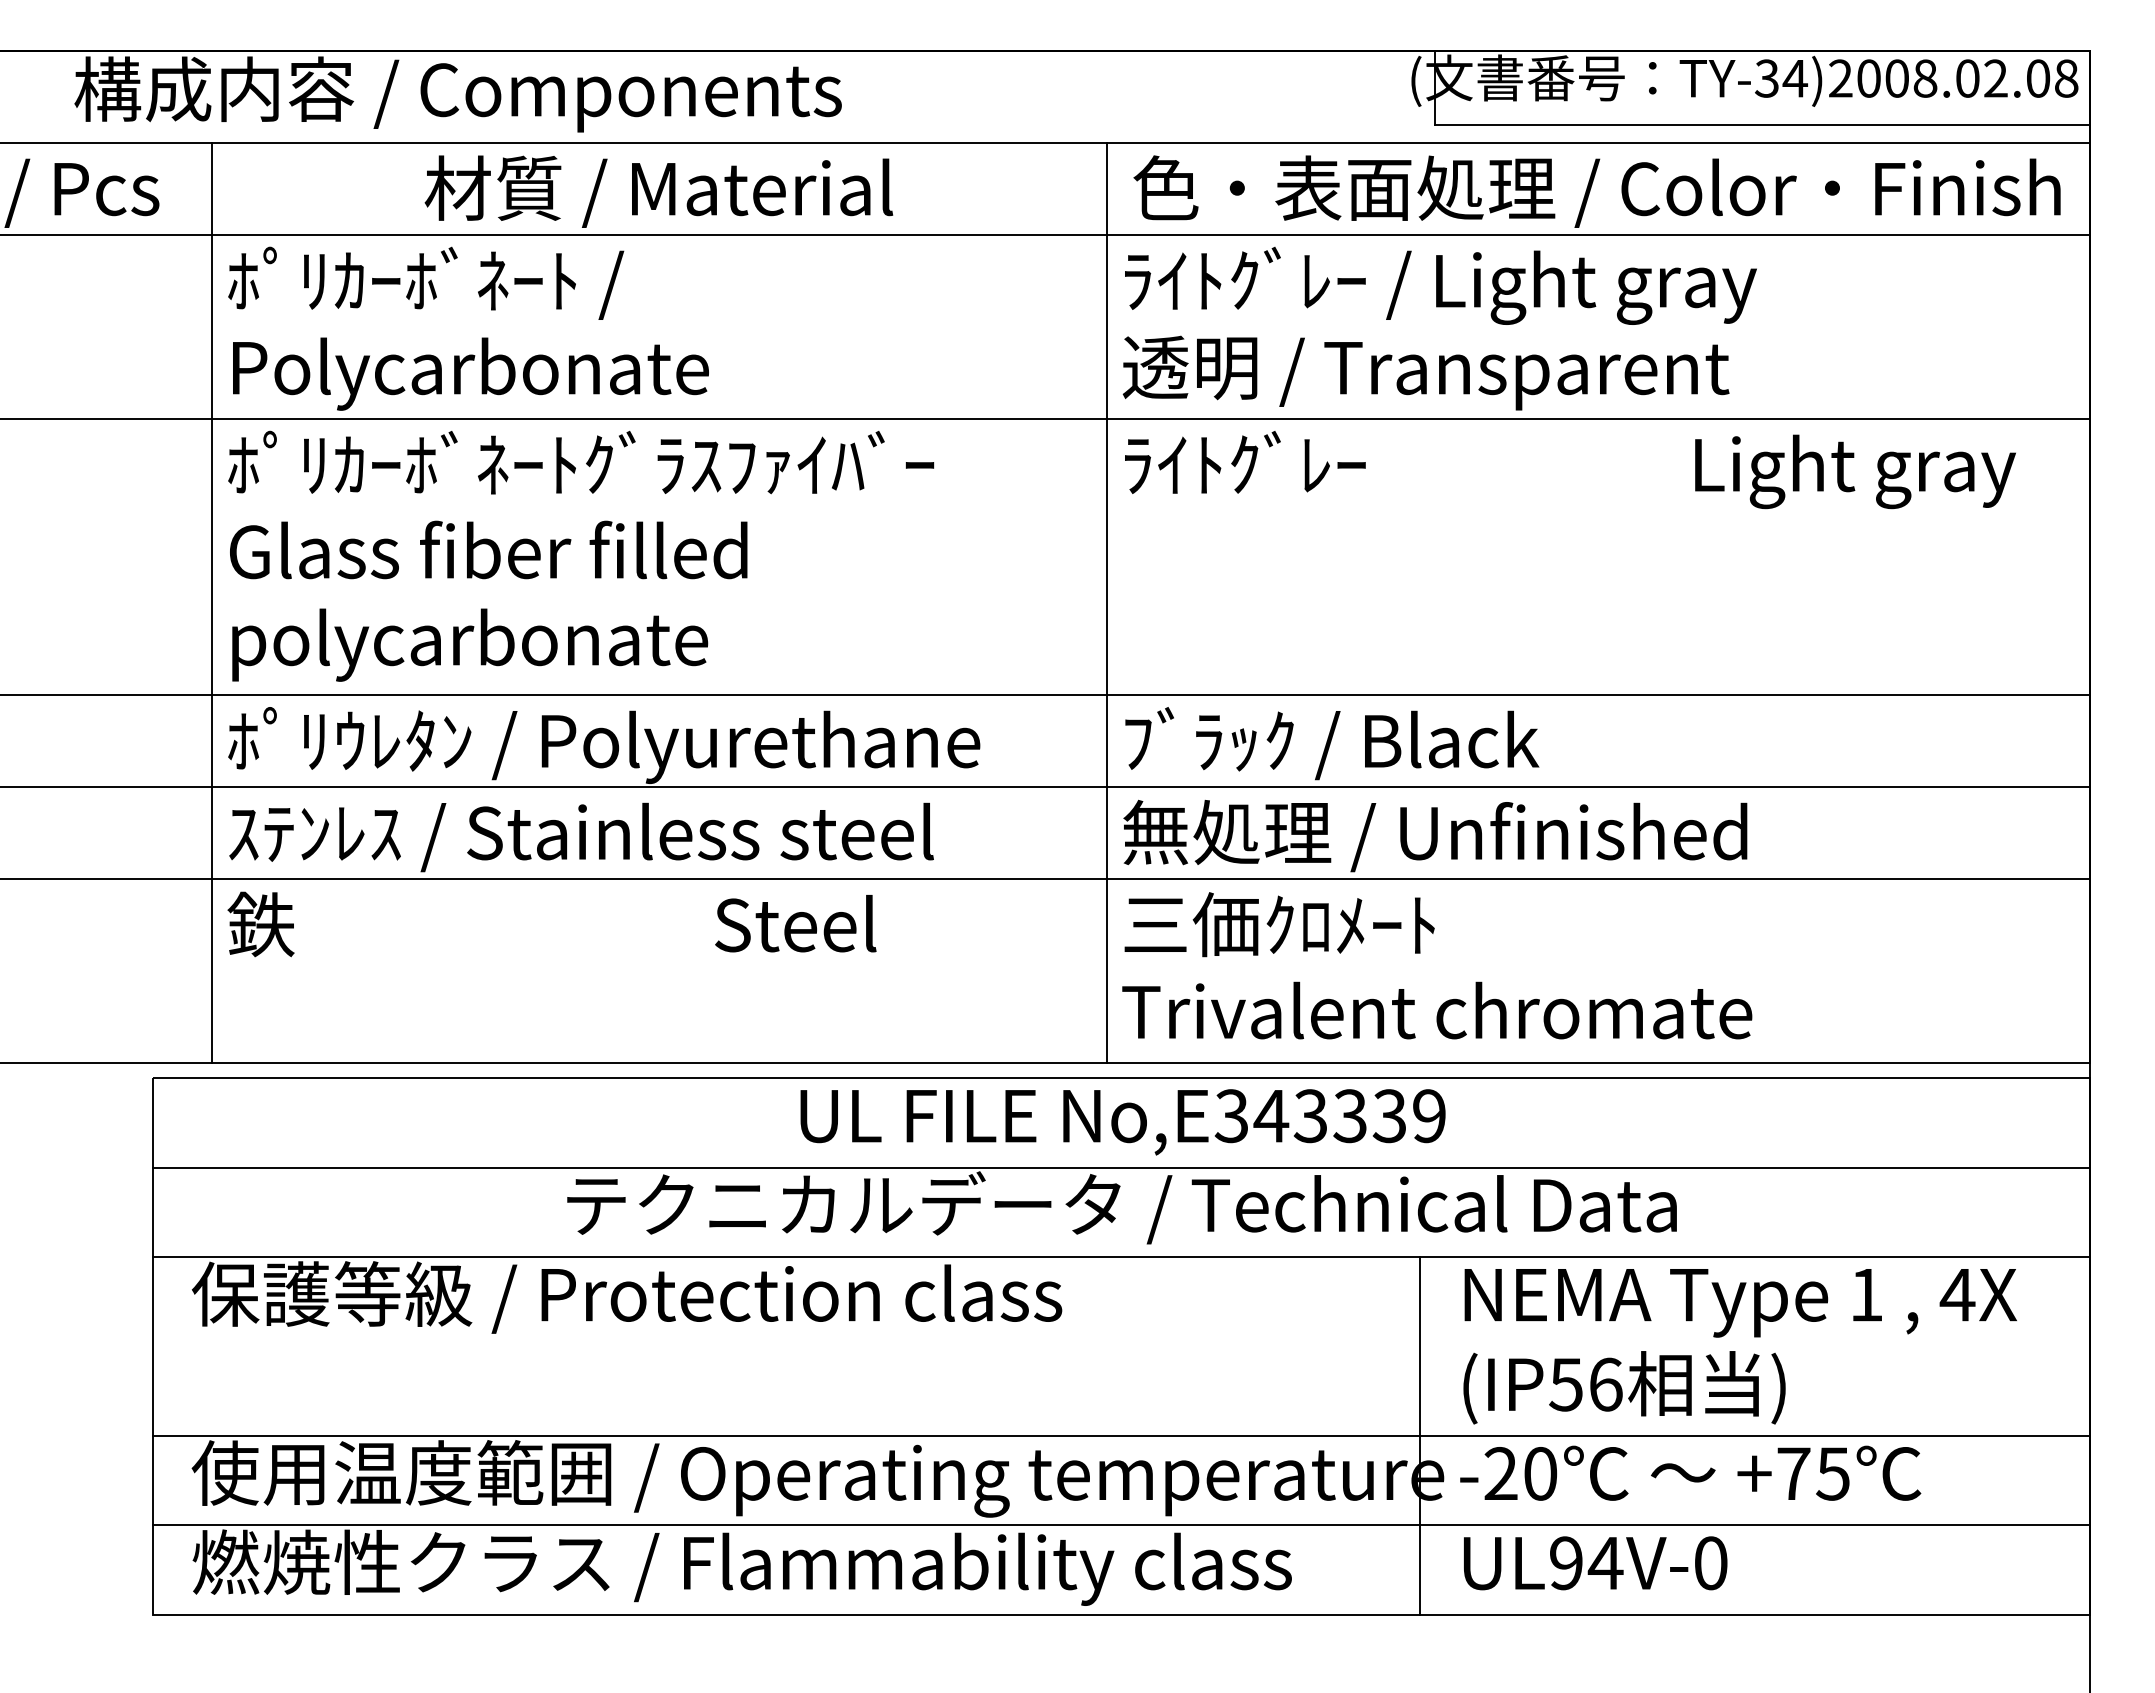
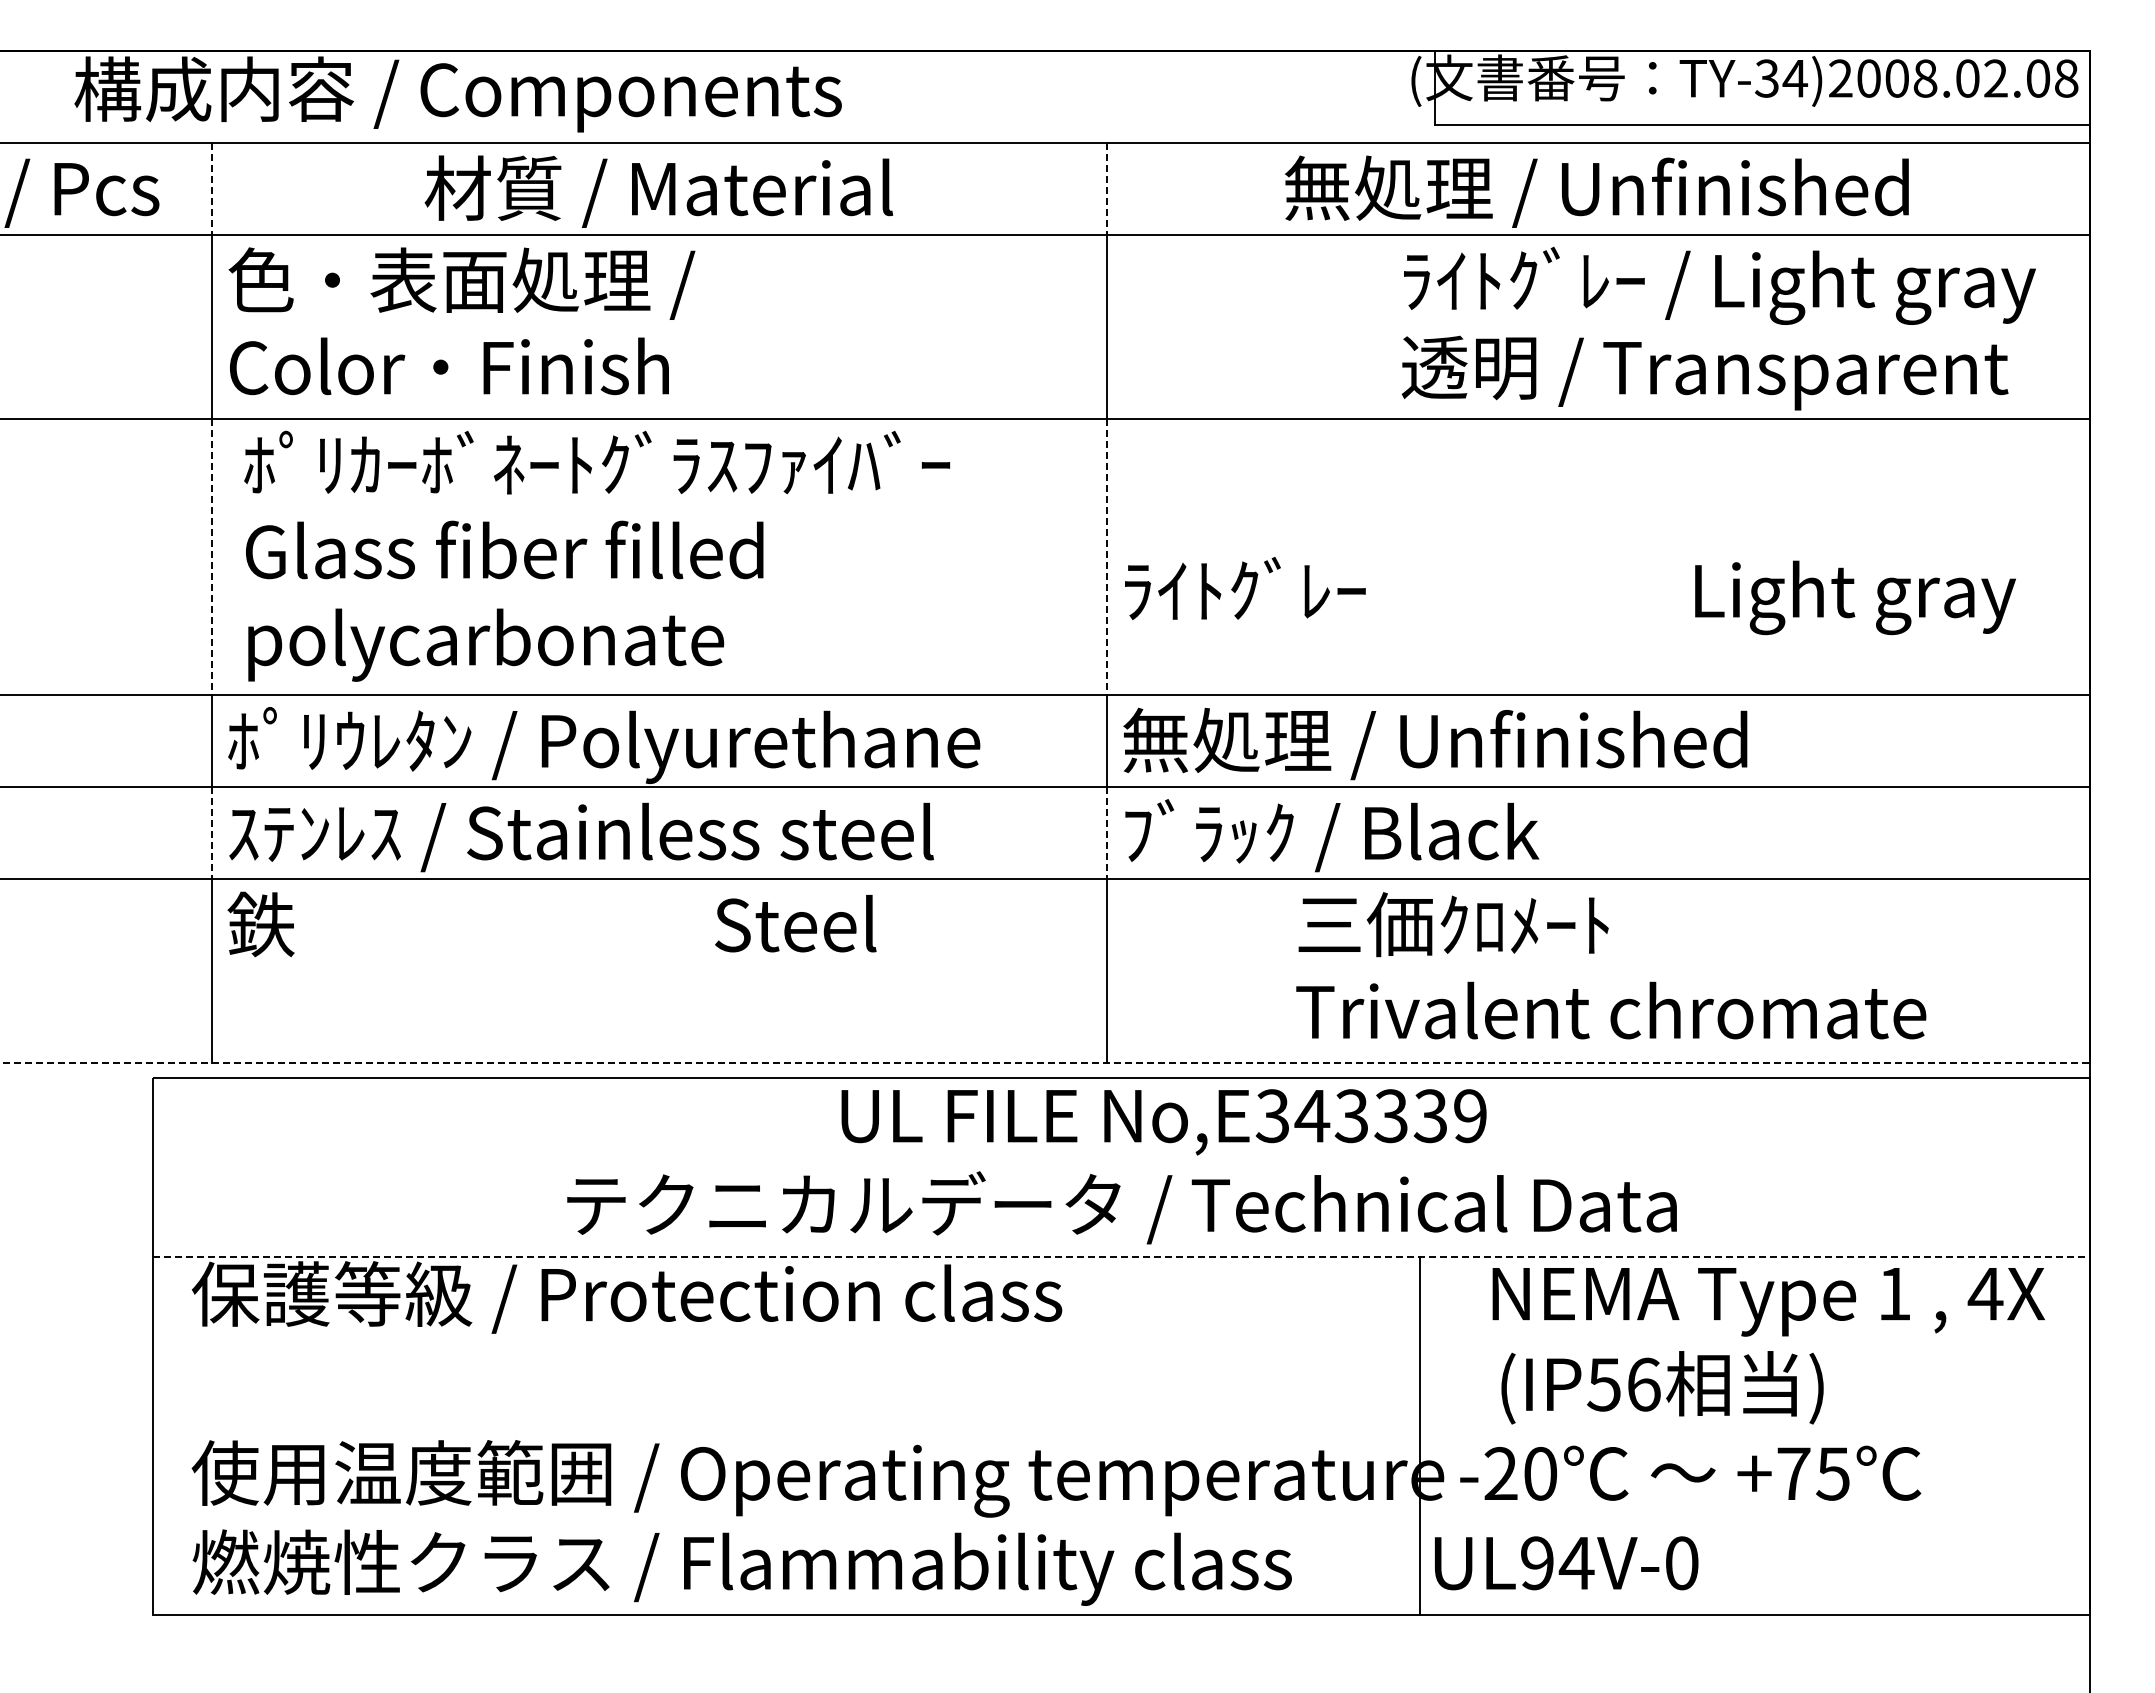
line at (212, 189): solid -> dashed
line at (1106, 189): solid -> dashed
text at (1596, 191): 色・表面処理 / Color・Finish -> 無処理 / Unfinished
text at (468, 328): ﾎﾟﾘｶｰﾎﾞﾈｰﾄ / Polycarbonate -> 色・表面処理 / Color・Finish
text at (1439, 328) position: (1439, 328) -> (1718, 328)
text at (1570, 470) position: (1570, 470) -> (1570, 596)
text at (581, 555) position: (581, 555) -> (597, 555)
line at (212, 557): solid -> dashed
line at (1106, 557): solid -> dashed
text at (1435, 743): ﾌﾞﾗｯｸ / Black -> 無処理 / Unfinished
line at (212, 833): solid -> dashed
line at (1106, 833): solid -> dashed
text at (1435, 835): 無処理 / Unfinished -> ﾌﾞﾗｯｸ / Black
text at (1437, 965) position: (1437, 965) -> (1611, 965)
line at (1045, 1063): solid -> dashed
text at (1122, 1122) position: (1122, 1122) -> (1163, 1122)
line at (1121, 1167): present -> none
line at (1121, 1257): solid -> dashed
text at (1740, 1303) position: (1740, 1303) -> (1768, 1302)
text at (1624, 1387) position: (1624, 1387) -> (1662, 1387)
line at (1121, 1435): present -> none
line at (1121, 1525): present -> none
text at (1595, 1563) position: (1595, 1563) -> (1566, 1563)
